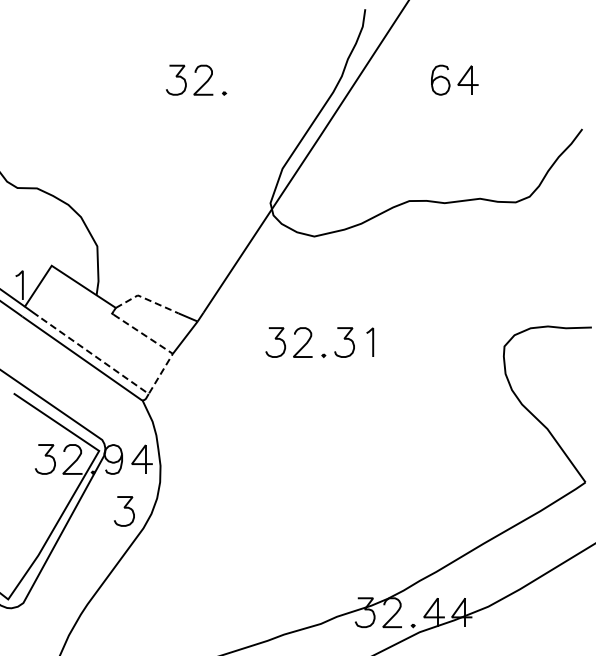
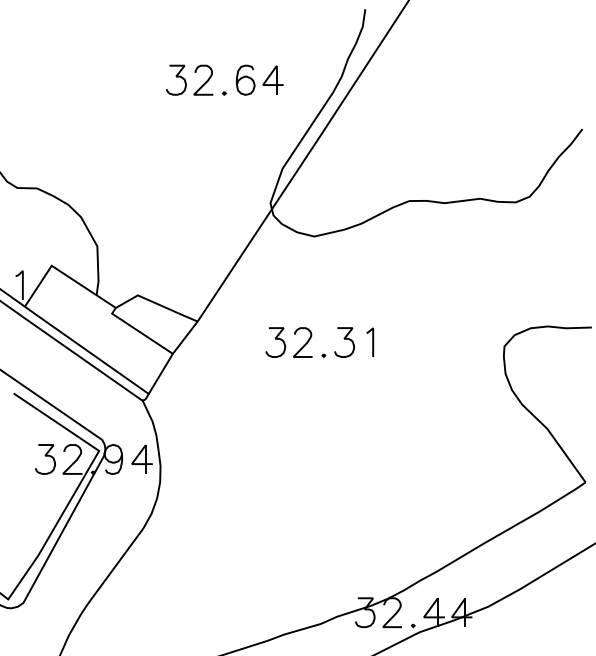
part at (454, 79) position: (454, 79) -> (259, 79)
line at (146, 299): dashed -> solid
line at (142, 389): dashed -> solid
curve at (124, 508): present -> none
